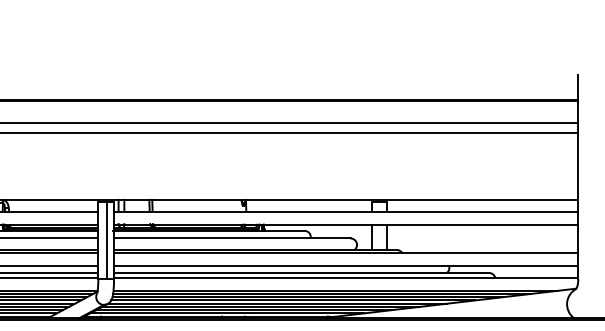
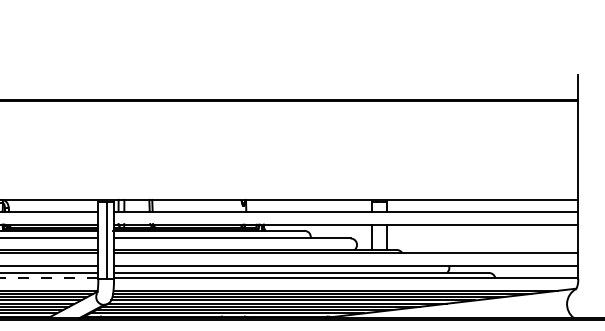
line at (290, 123): present -> none
line at (290, 132): present -> none
line at (49, 277): solid -> dashed
